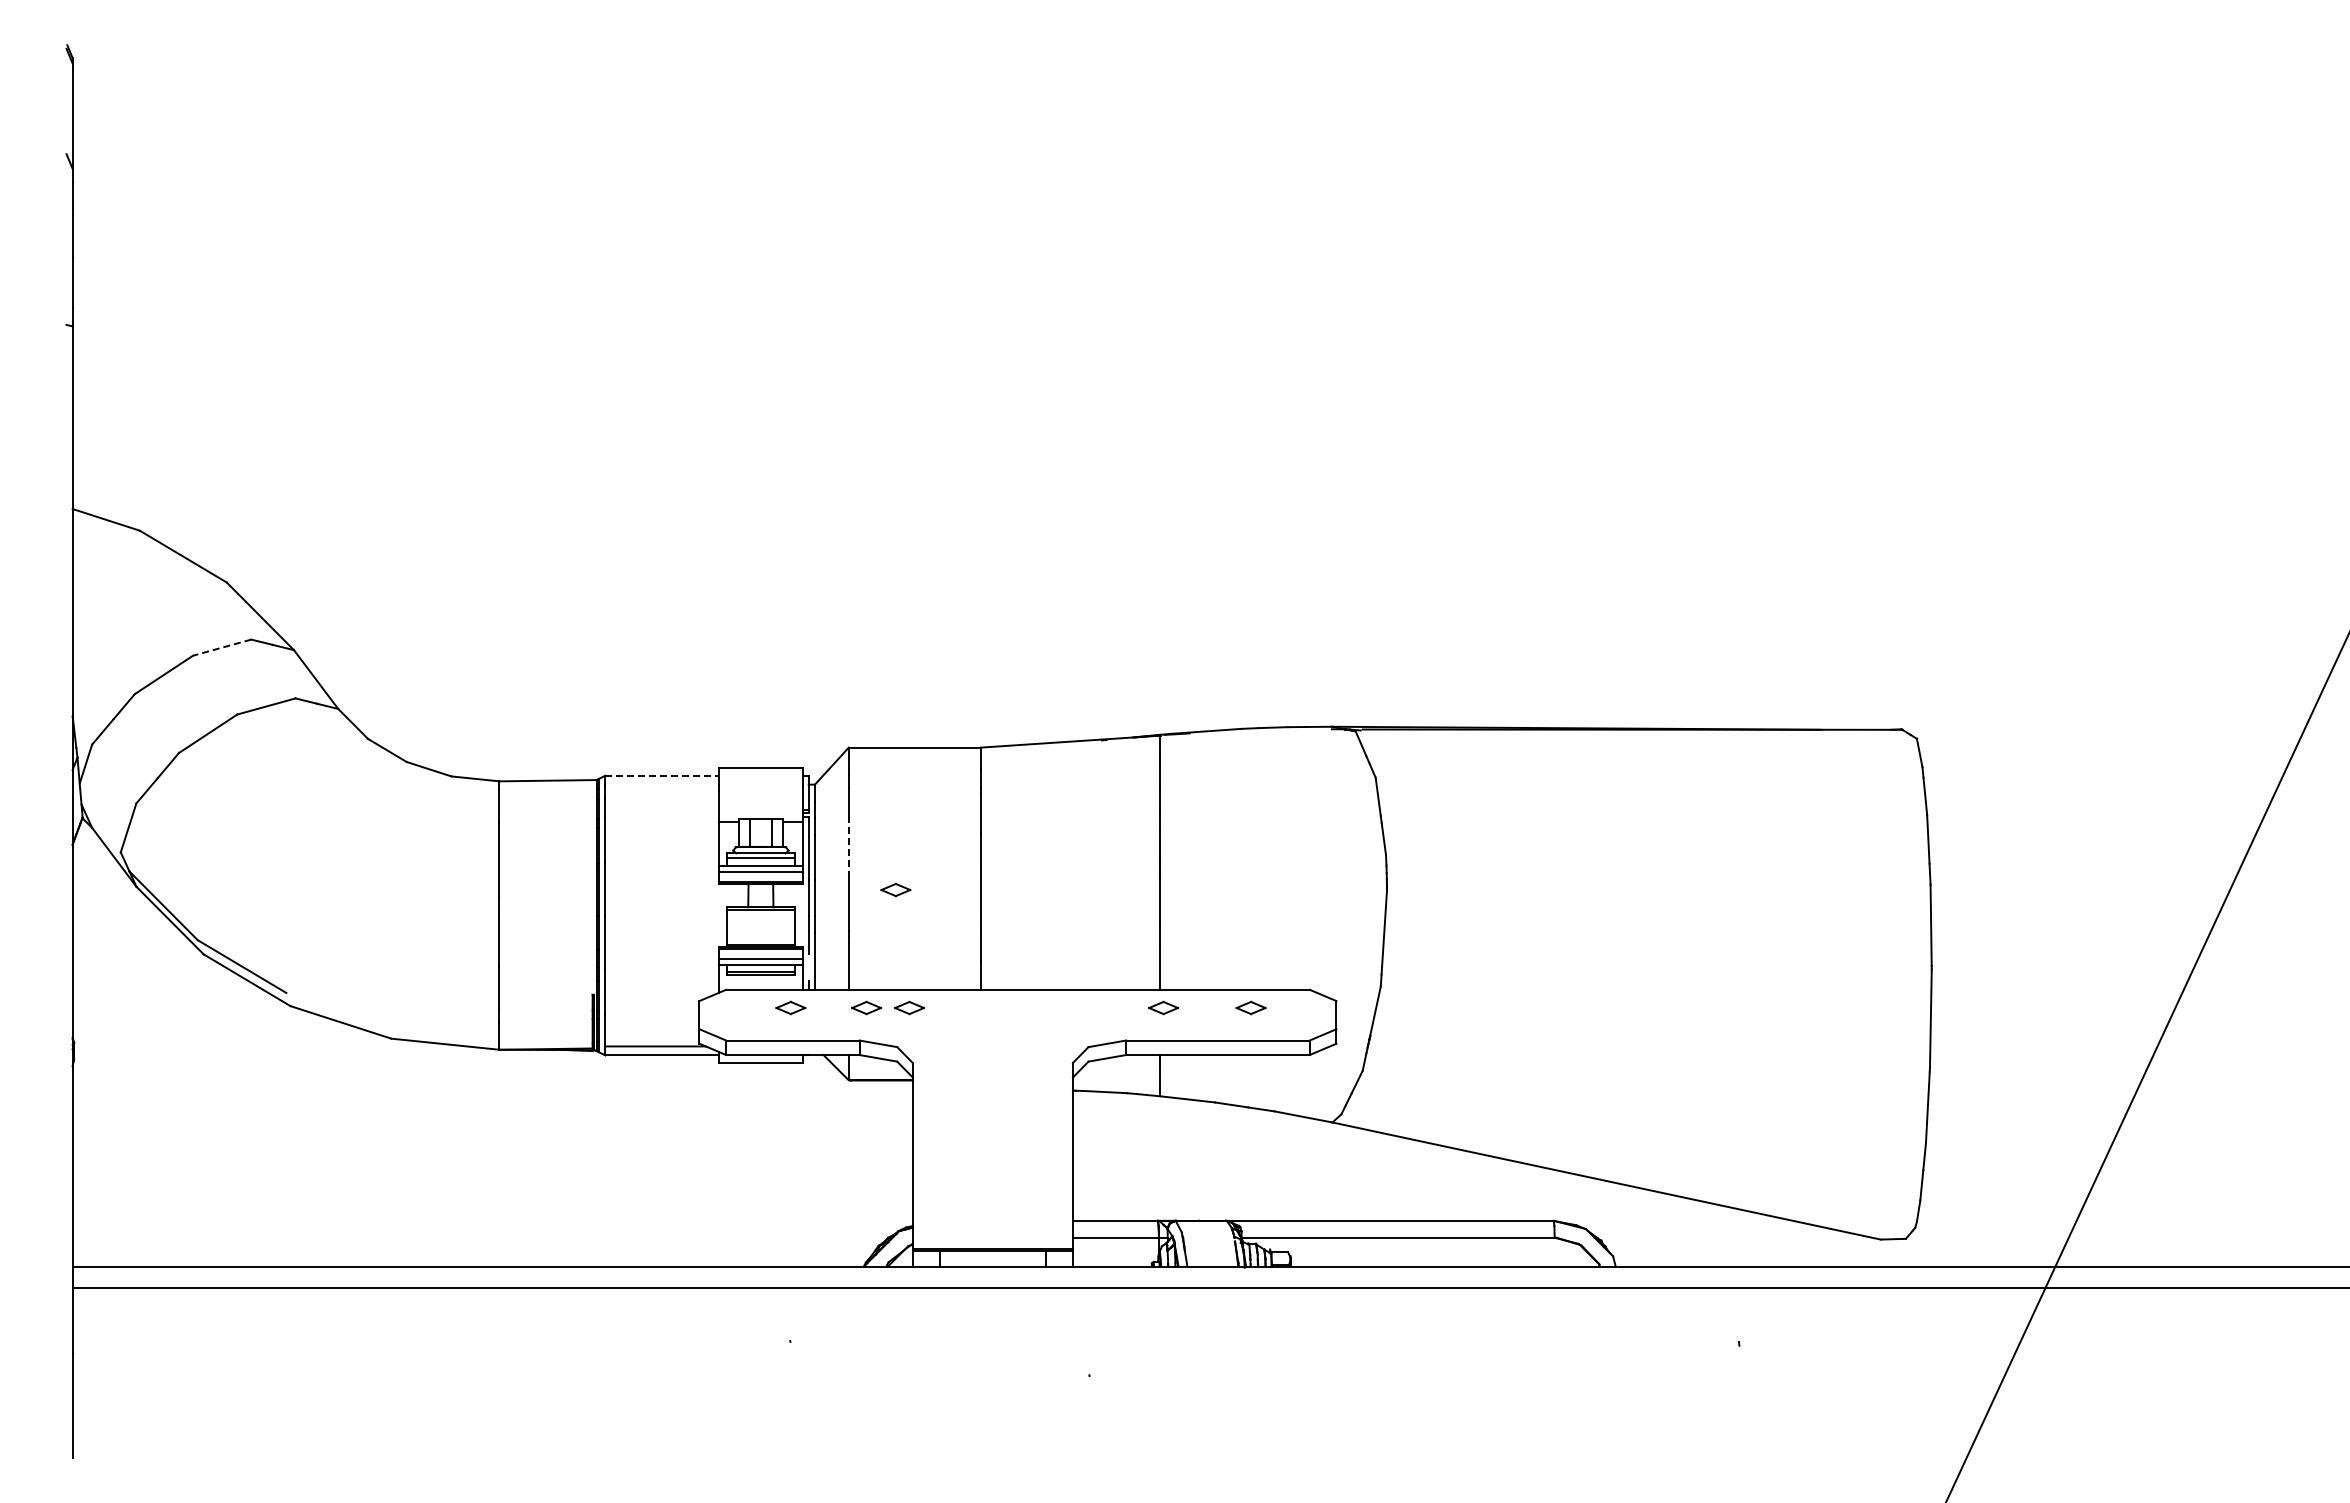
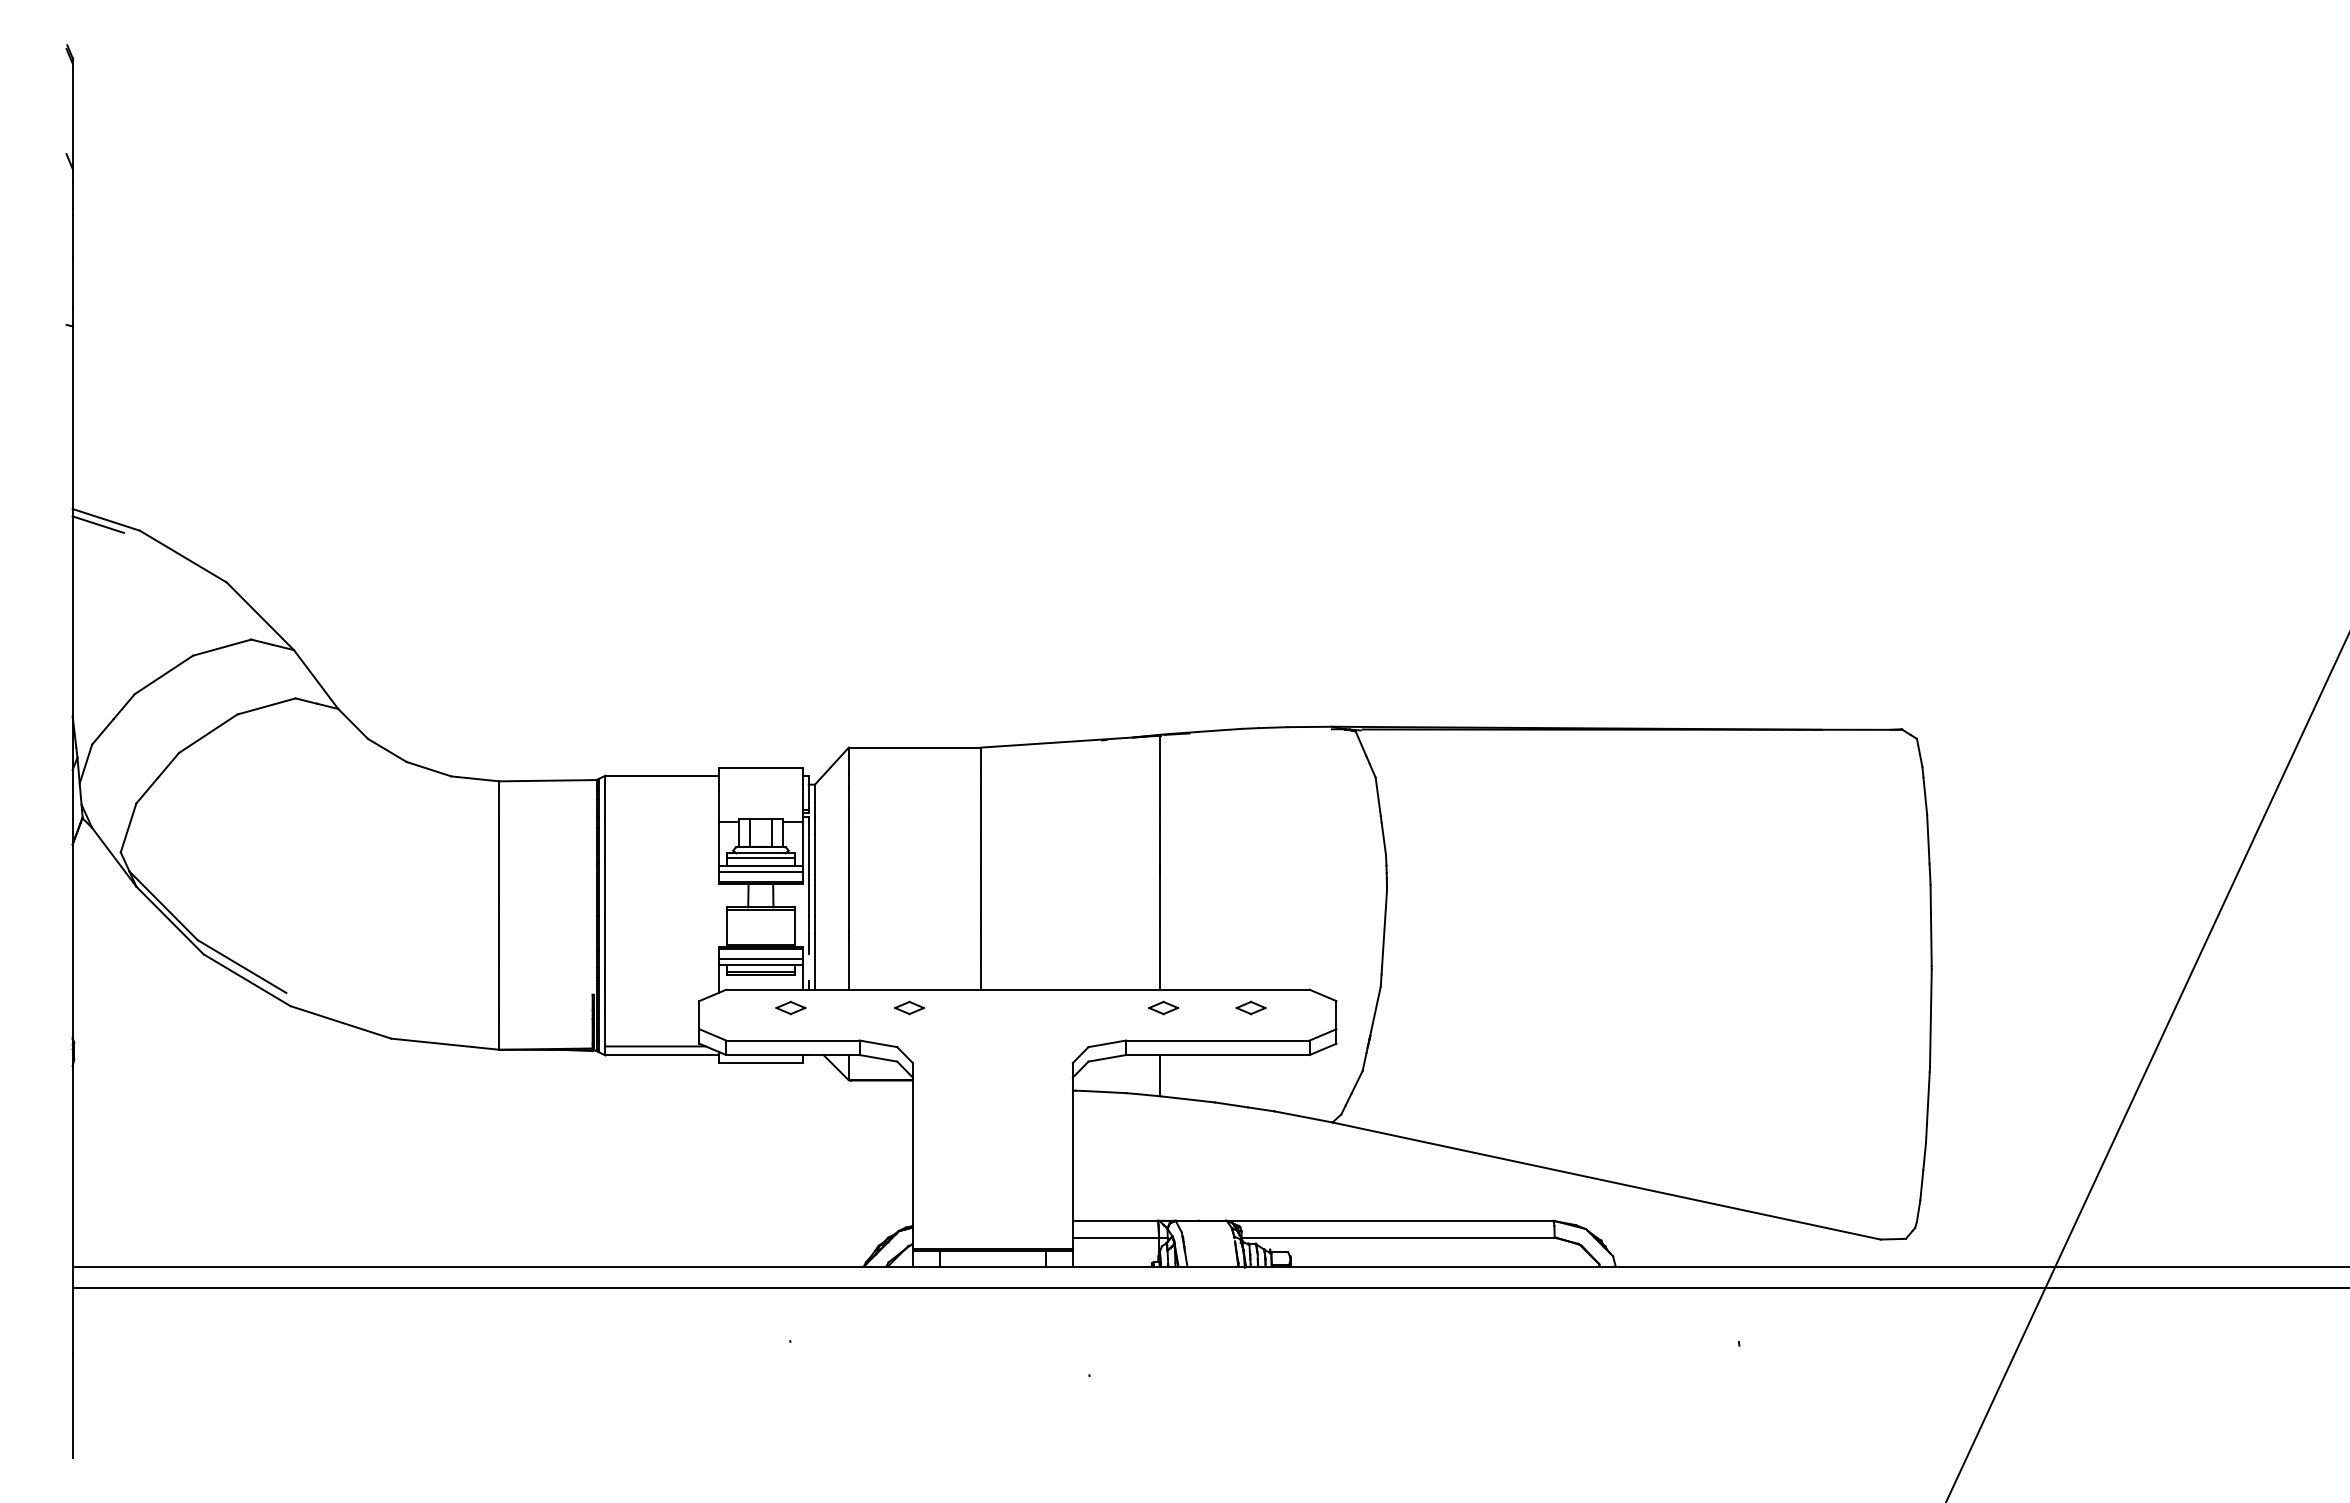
line at (97, 524): none -> present
line at (221, 647): dashed -> solid
line at (661, 775): dashed -> solid
line at (848, 843): dashed -> solid
part at (895, 889): present -> none
part at (866, 1007): present -> none
